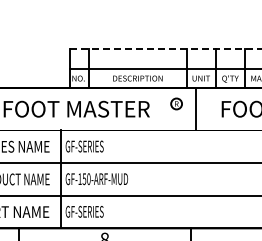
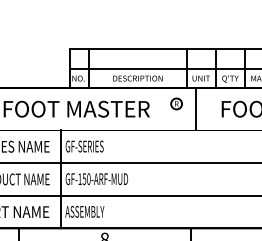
line at (165, 49): dashed -> solid
text at (84, 211): GF-SERIES -> ASSEMBLY
